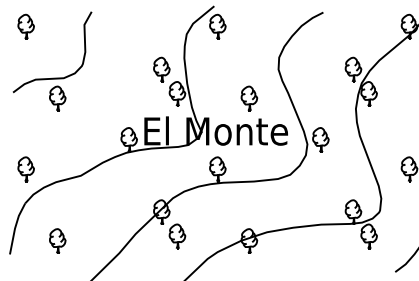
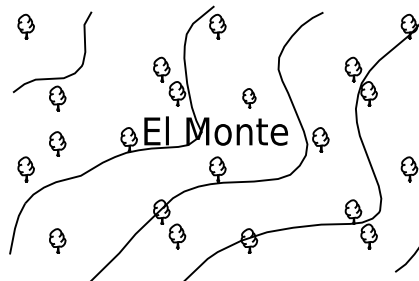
part at (249, 98) size: 19x27 px -> 15x21 px
part at (57, 143): none -> present
